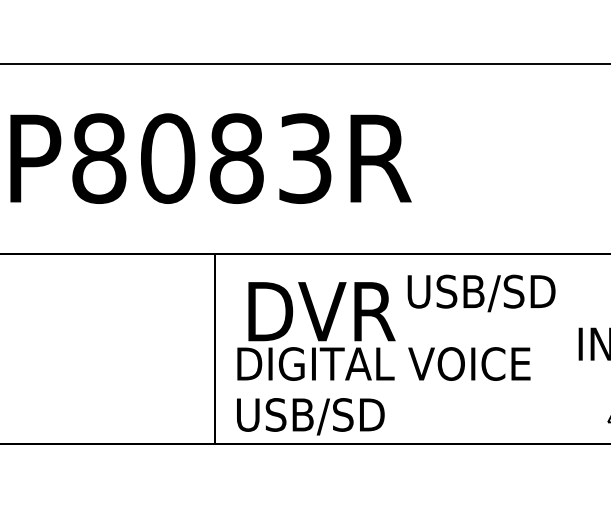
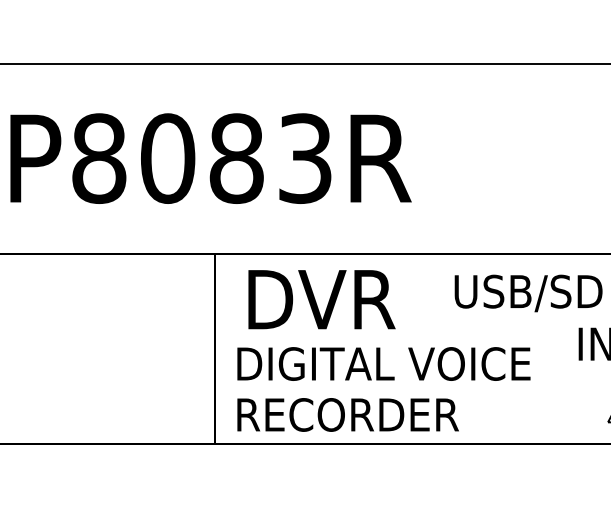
text at (481, 293) position: (481, 293) -> (528, 293)
text at (321, 311) position: (321, 311) -> (321, 299)
text at (347, 416): USB/SD -> RECORDER
